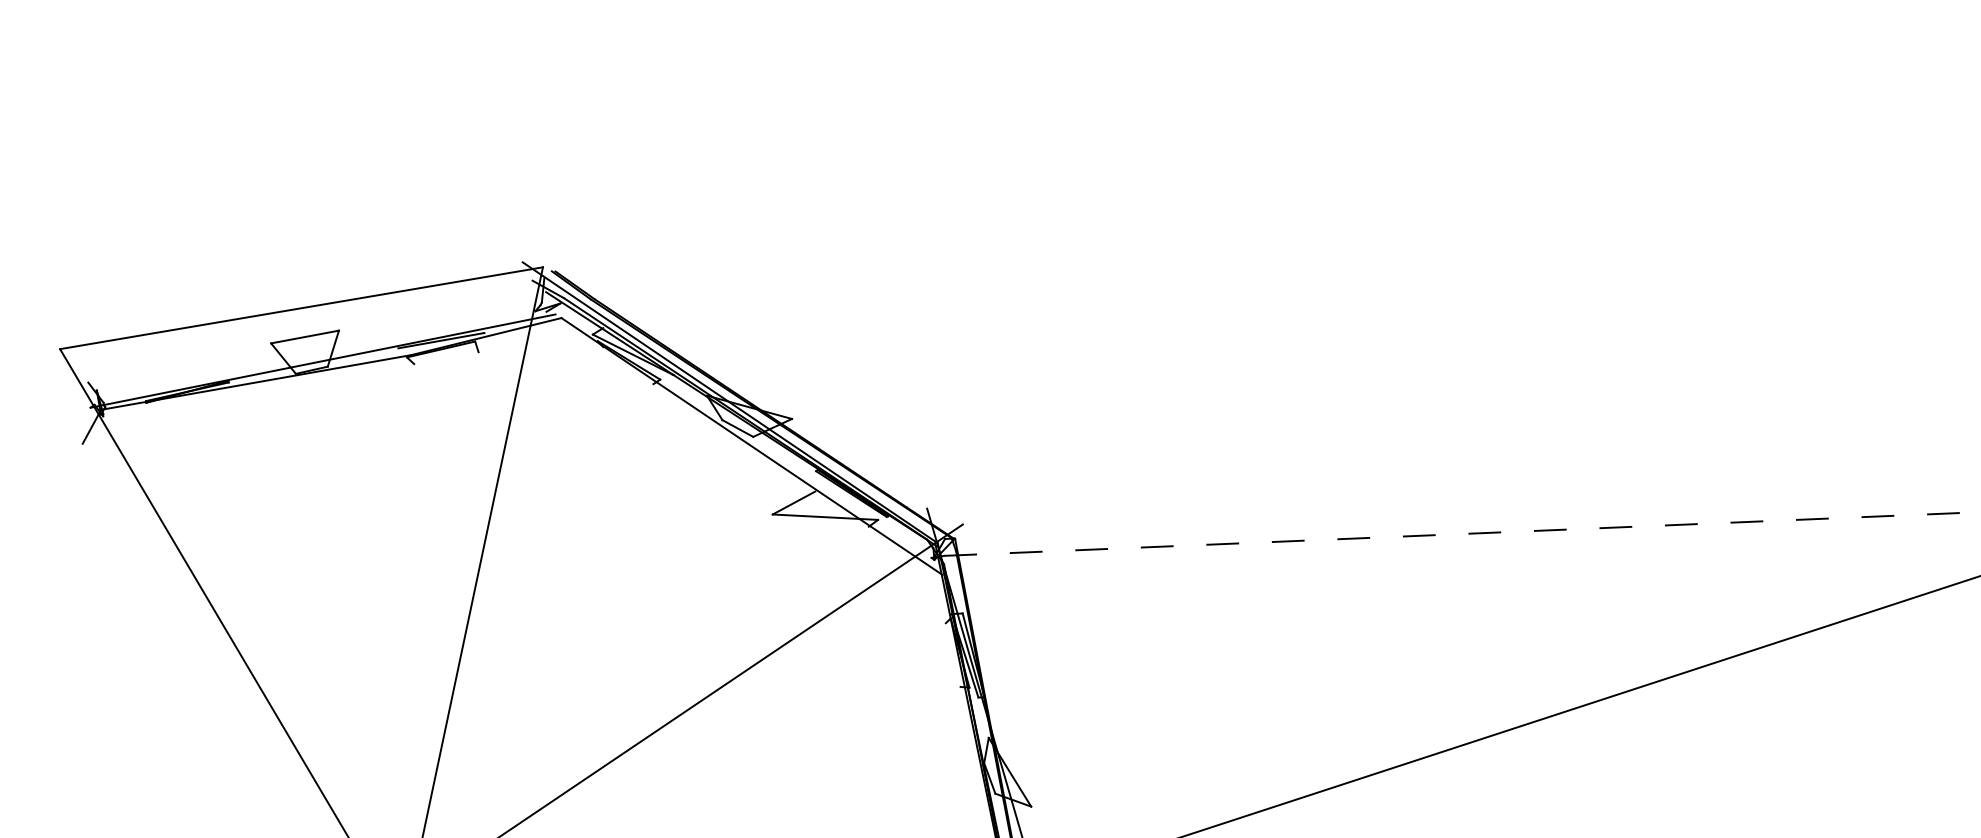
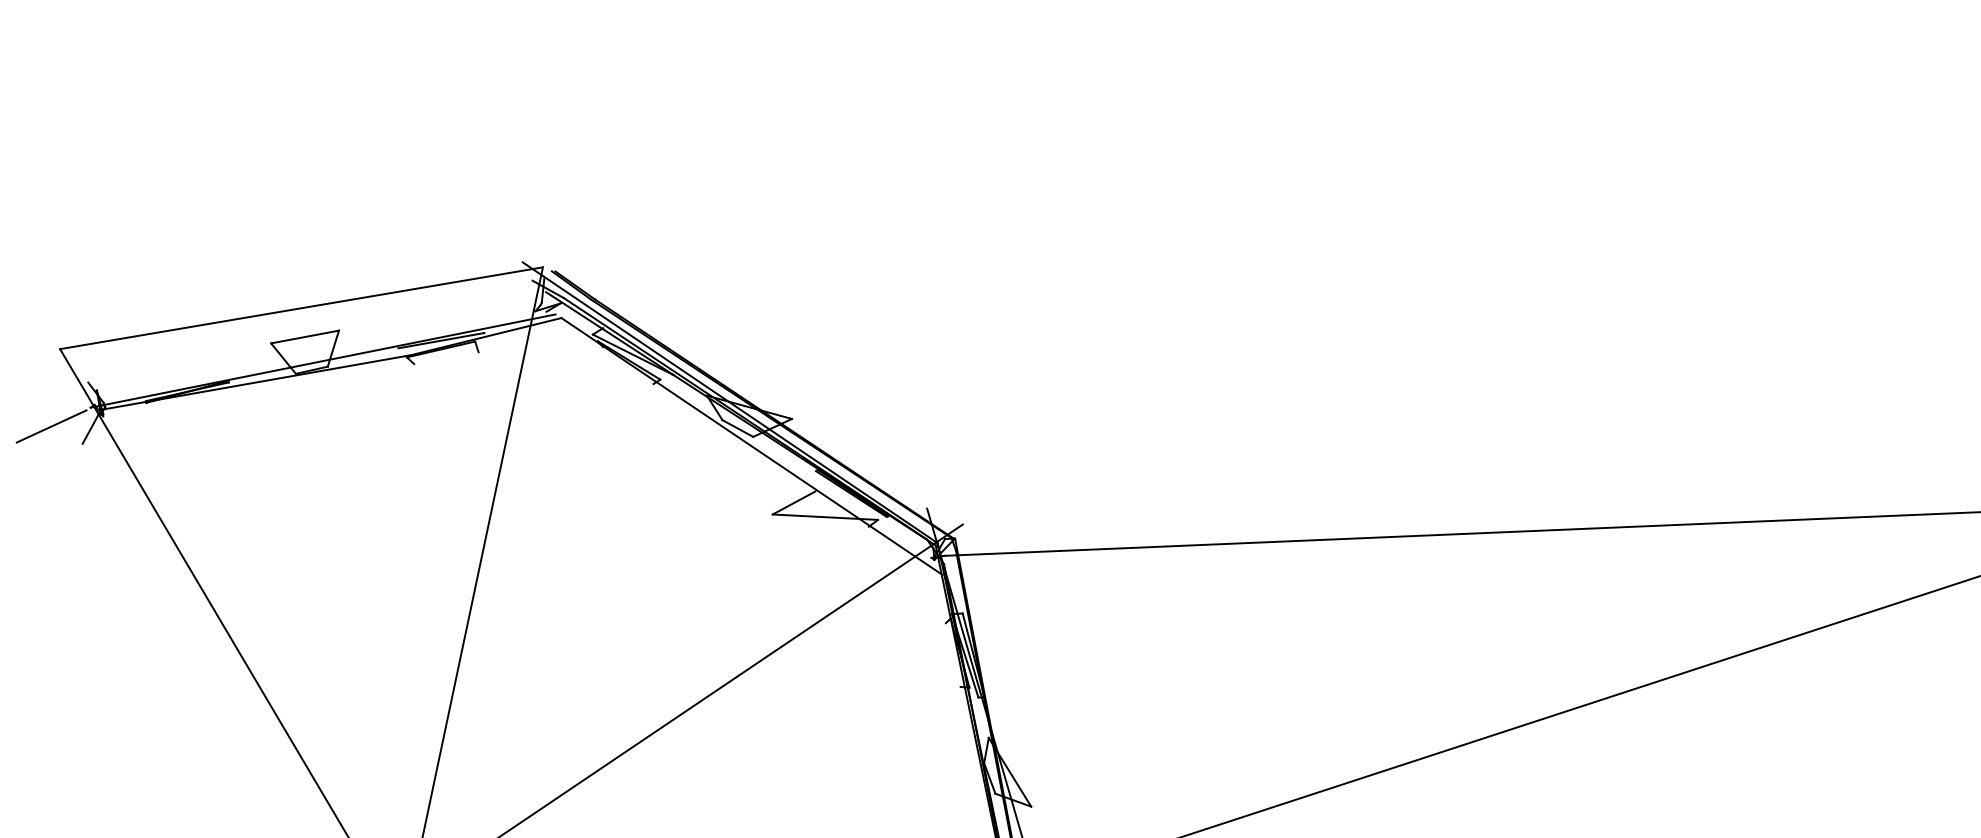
line at (51, 426): none -> present
line at (1462, 533): dashed -> solid
